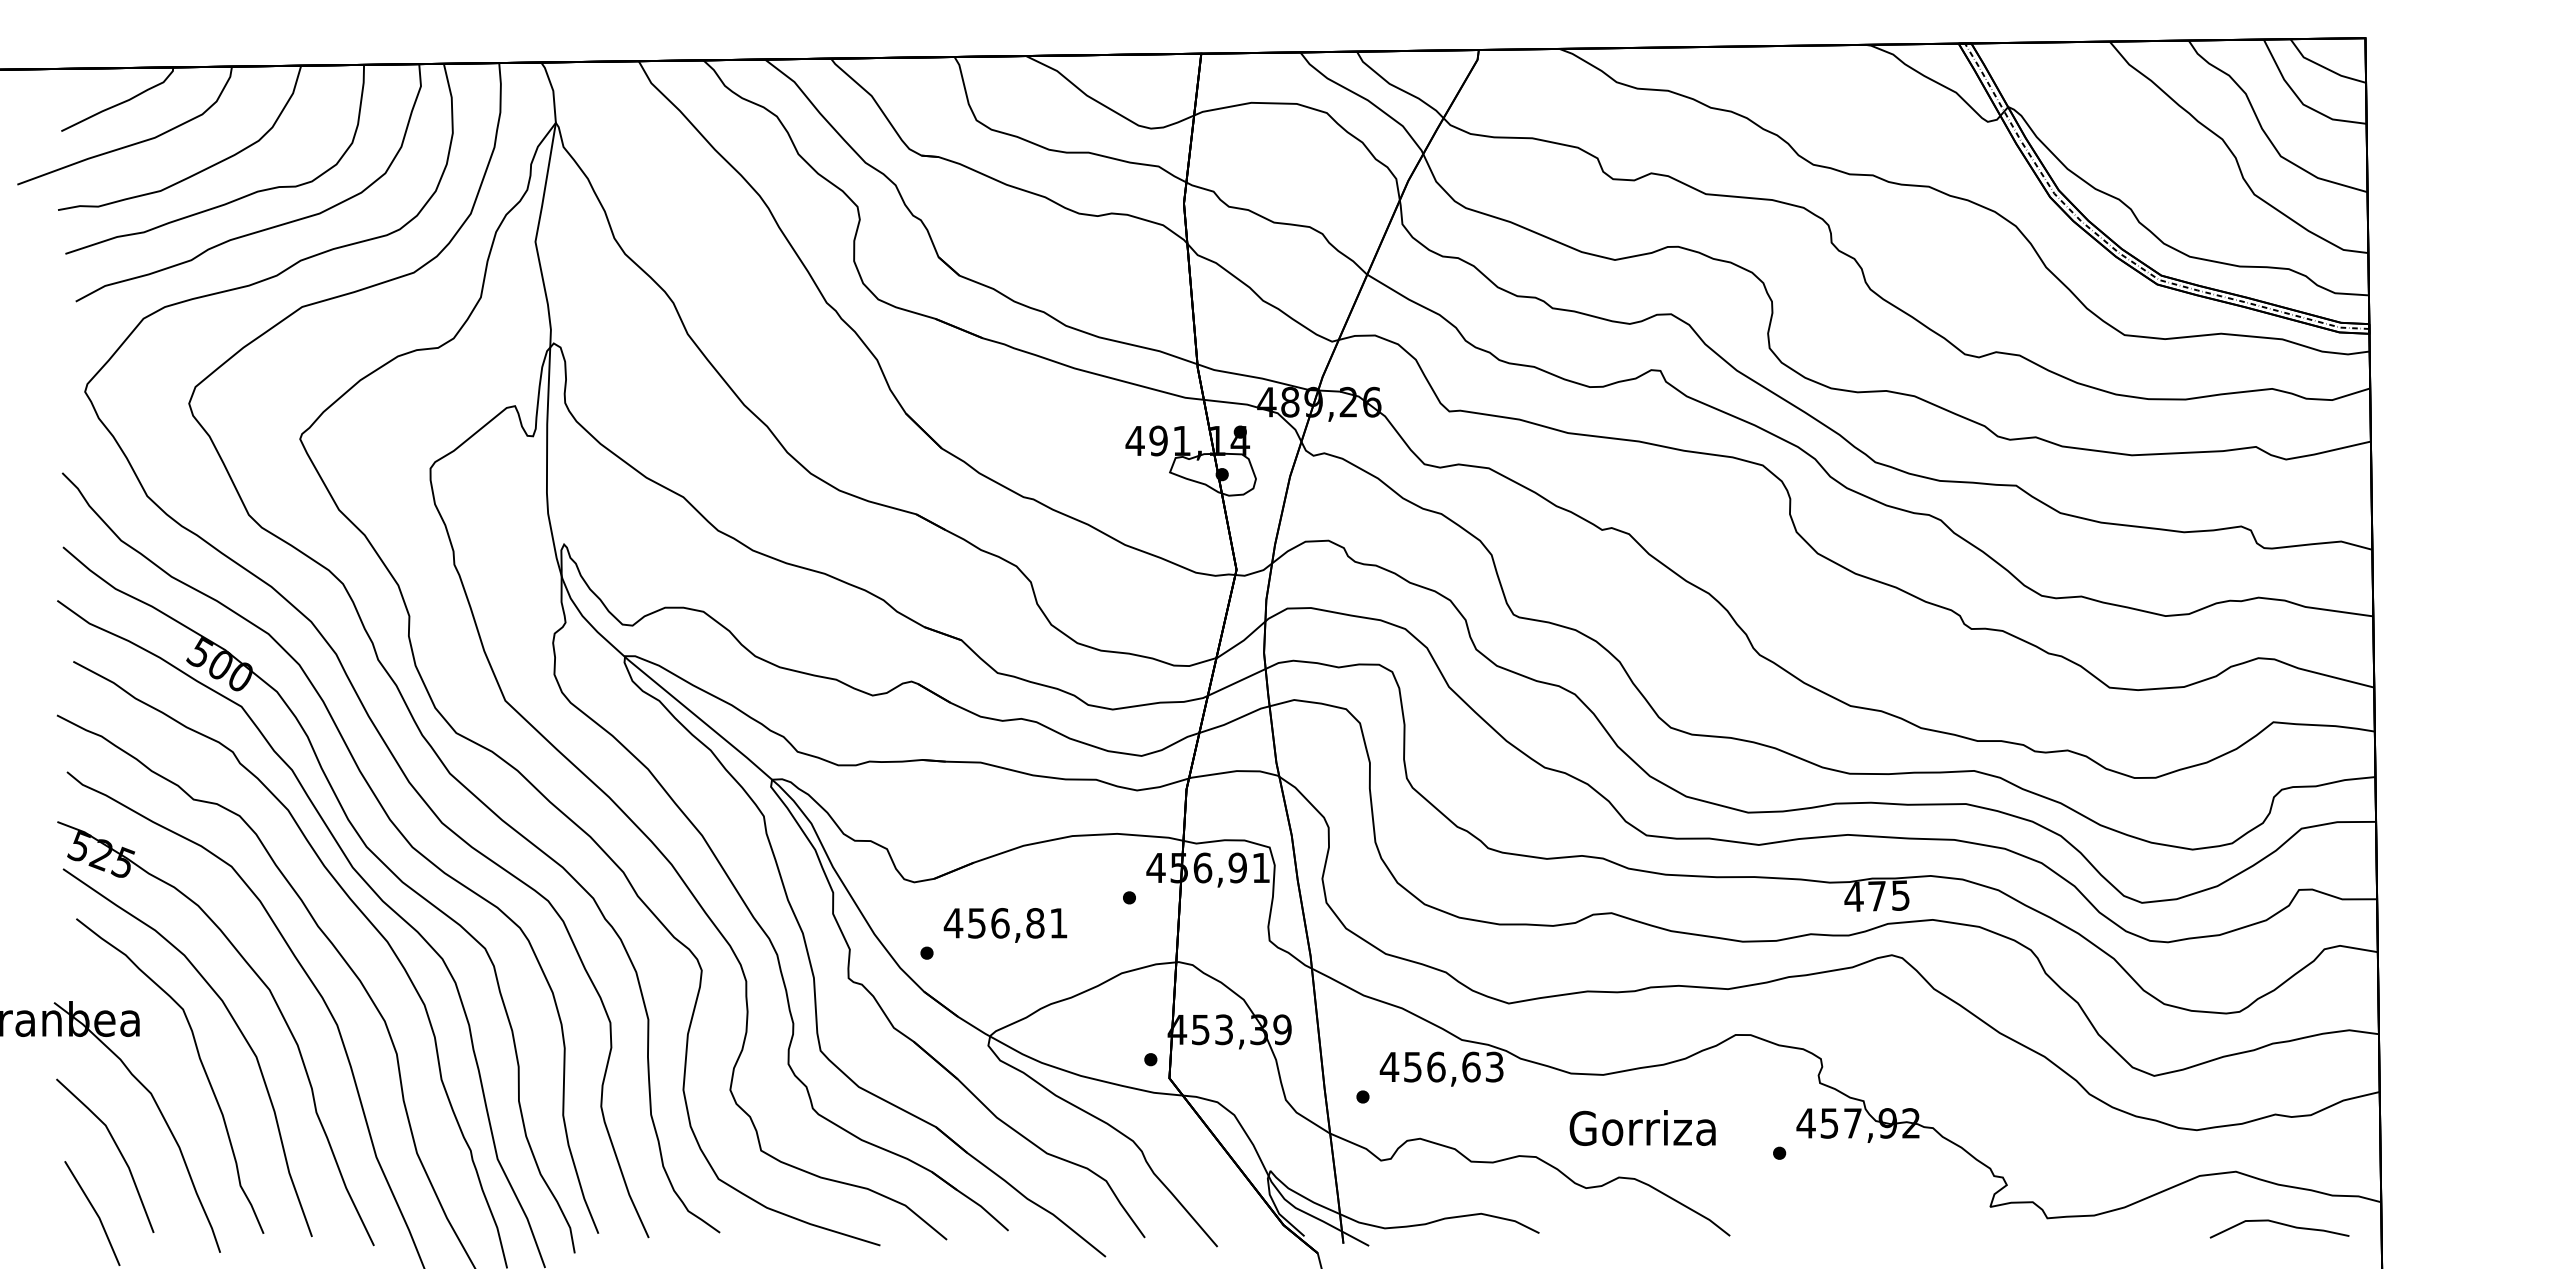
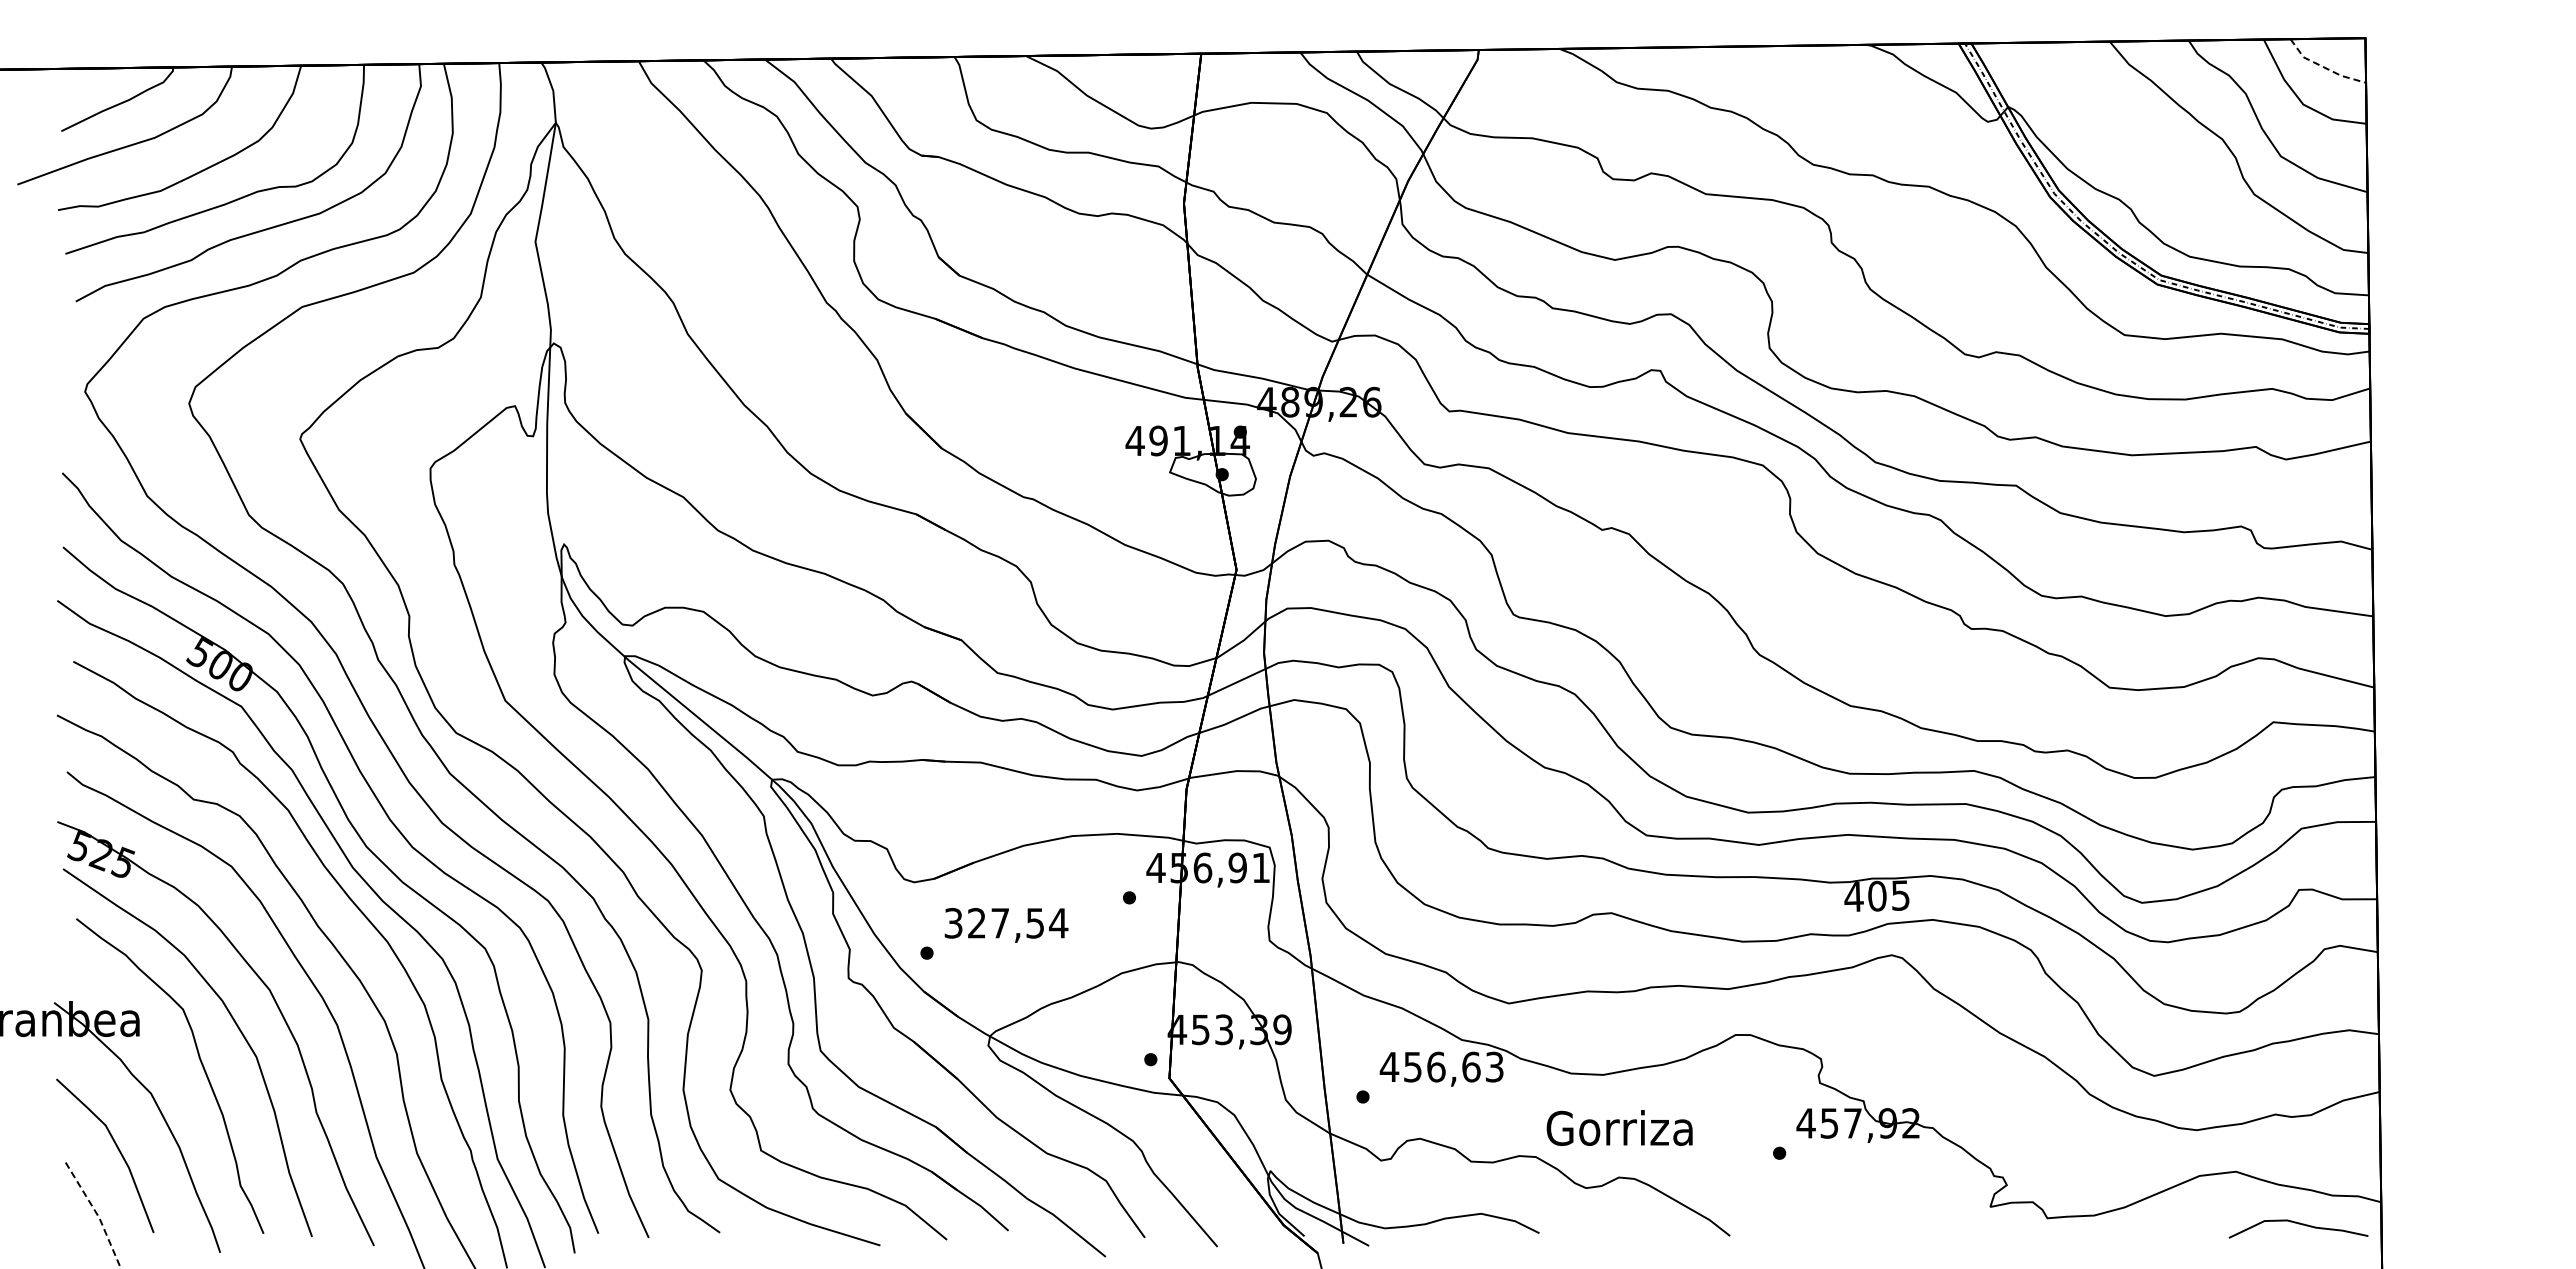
line at (2324, 67): solid -> dashed
text at (1877, 895): 475 -> 405
text at (1005, 923): 456,81 -> 327,54
text at (1642, 1127) position: (1642, 1127) -> (1619, 1127)
line at (95, 1212): solid -> dashed
curve at (2279, 1224) position: (2279, 1224) -> (2298, 1224)
